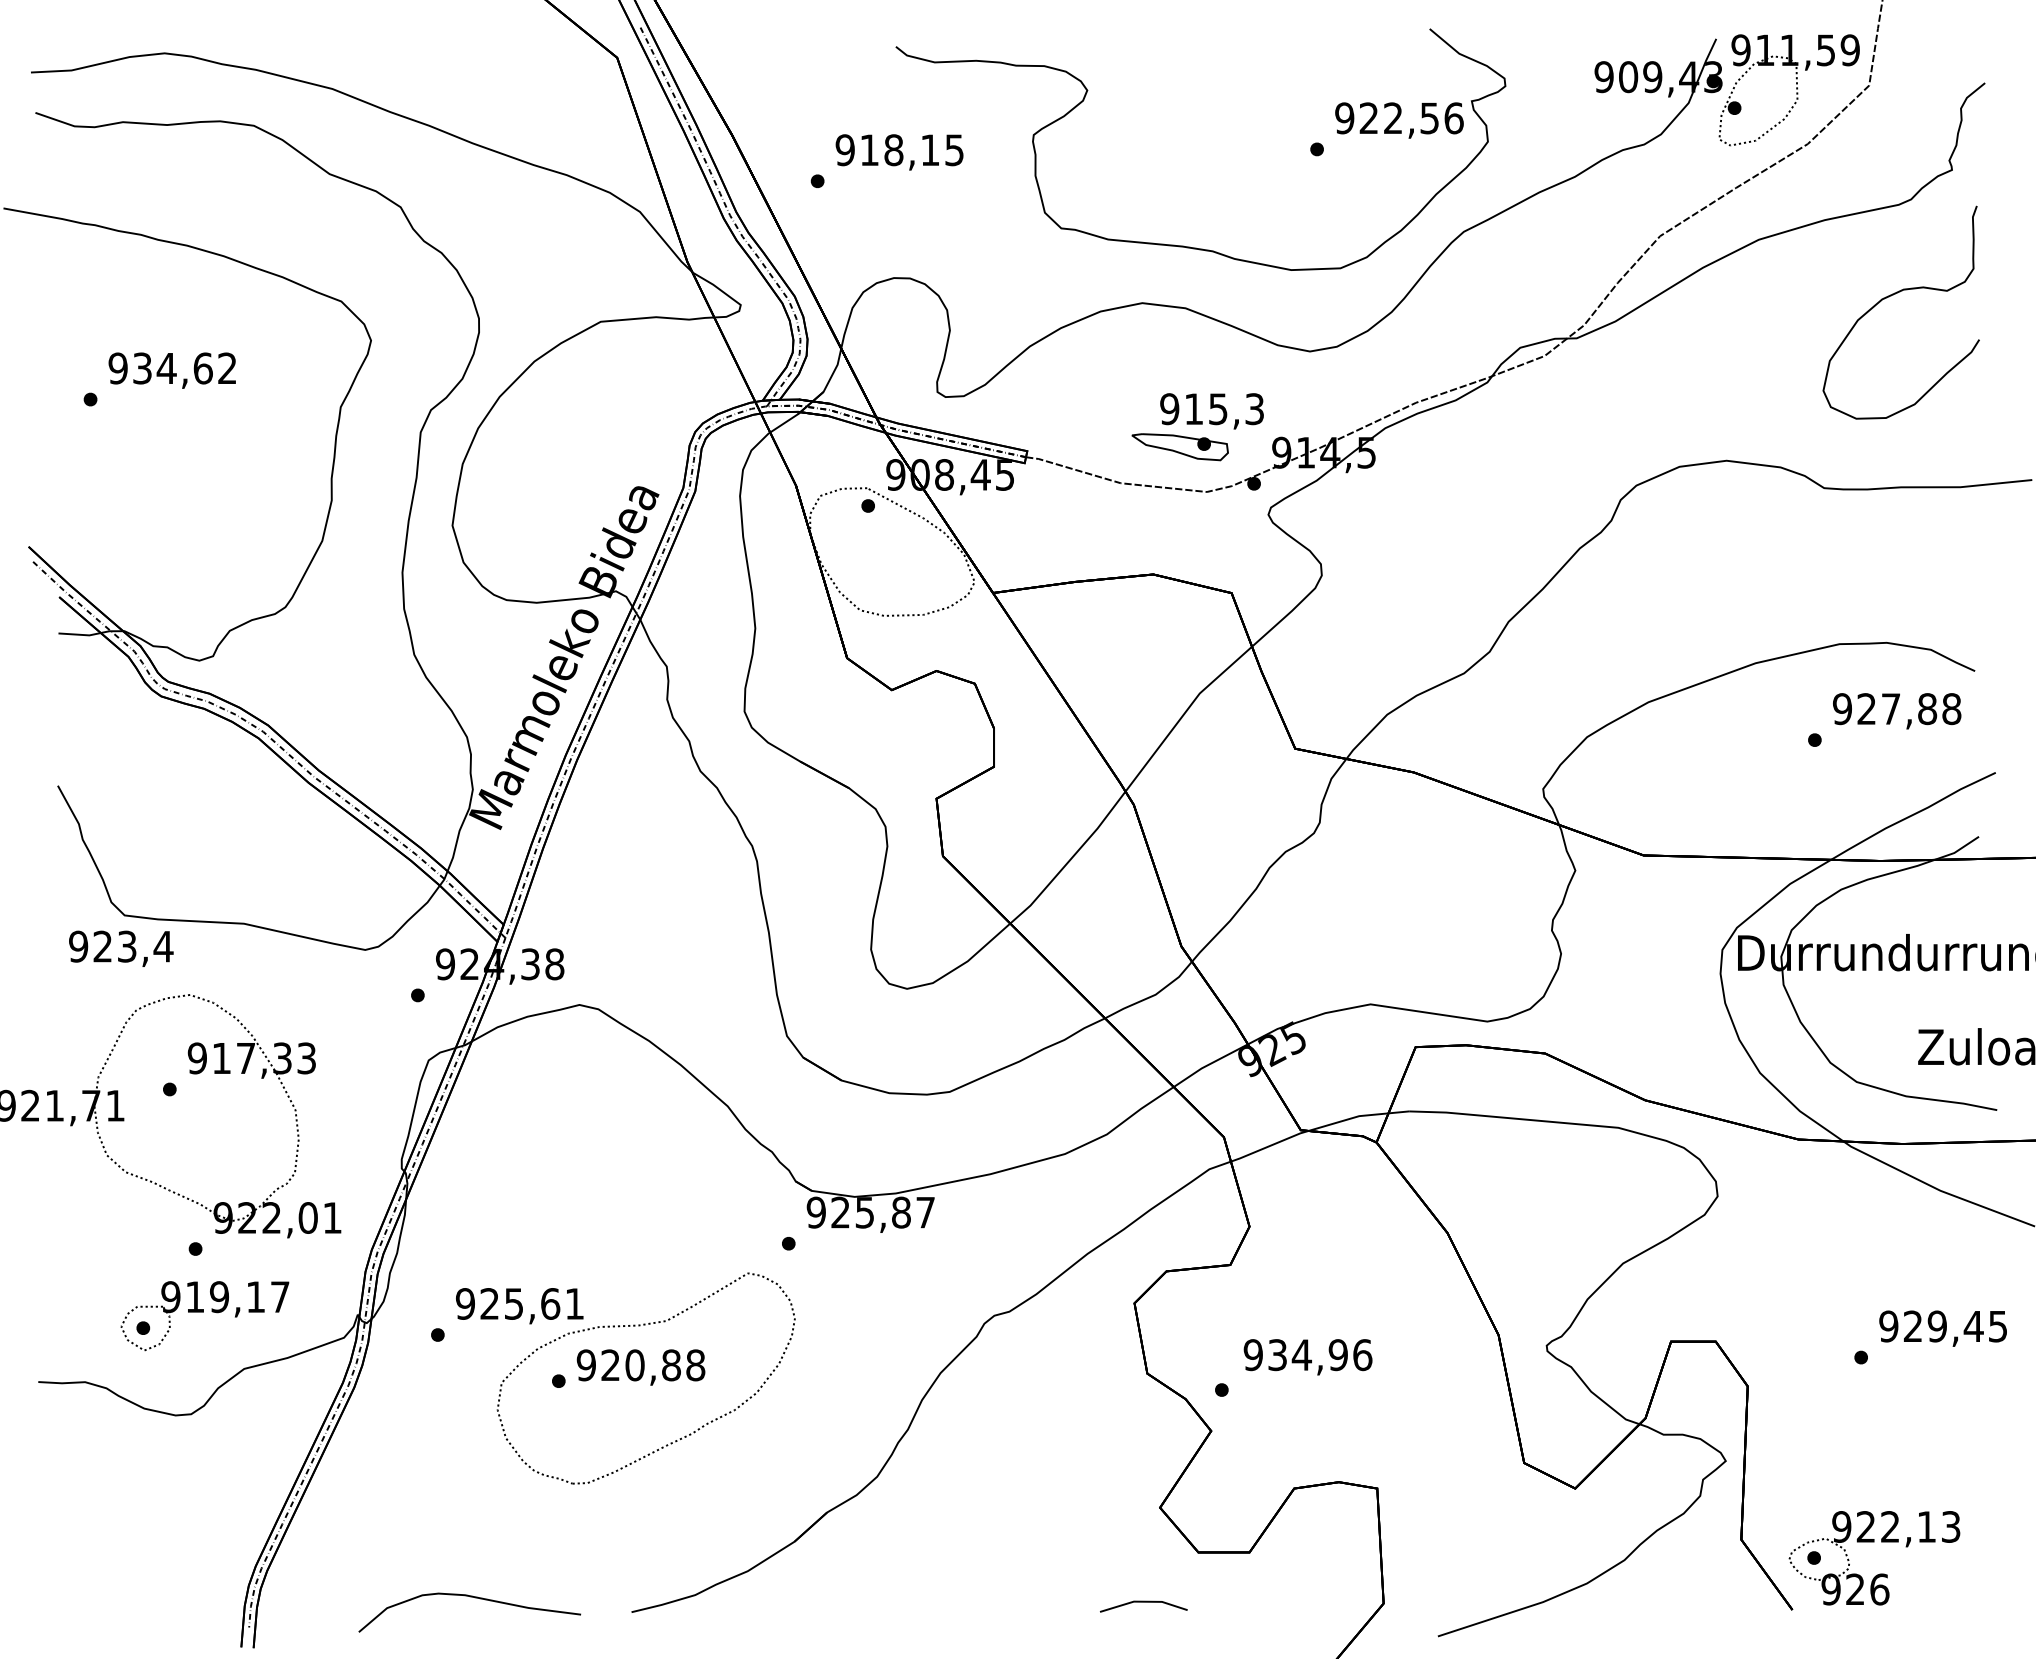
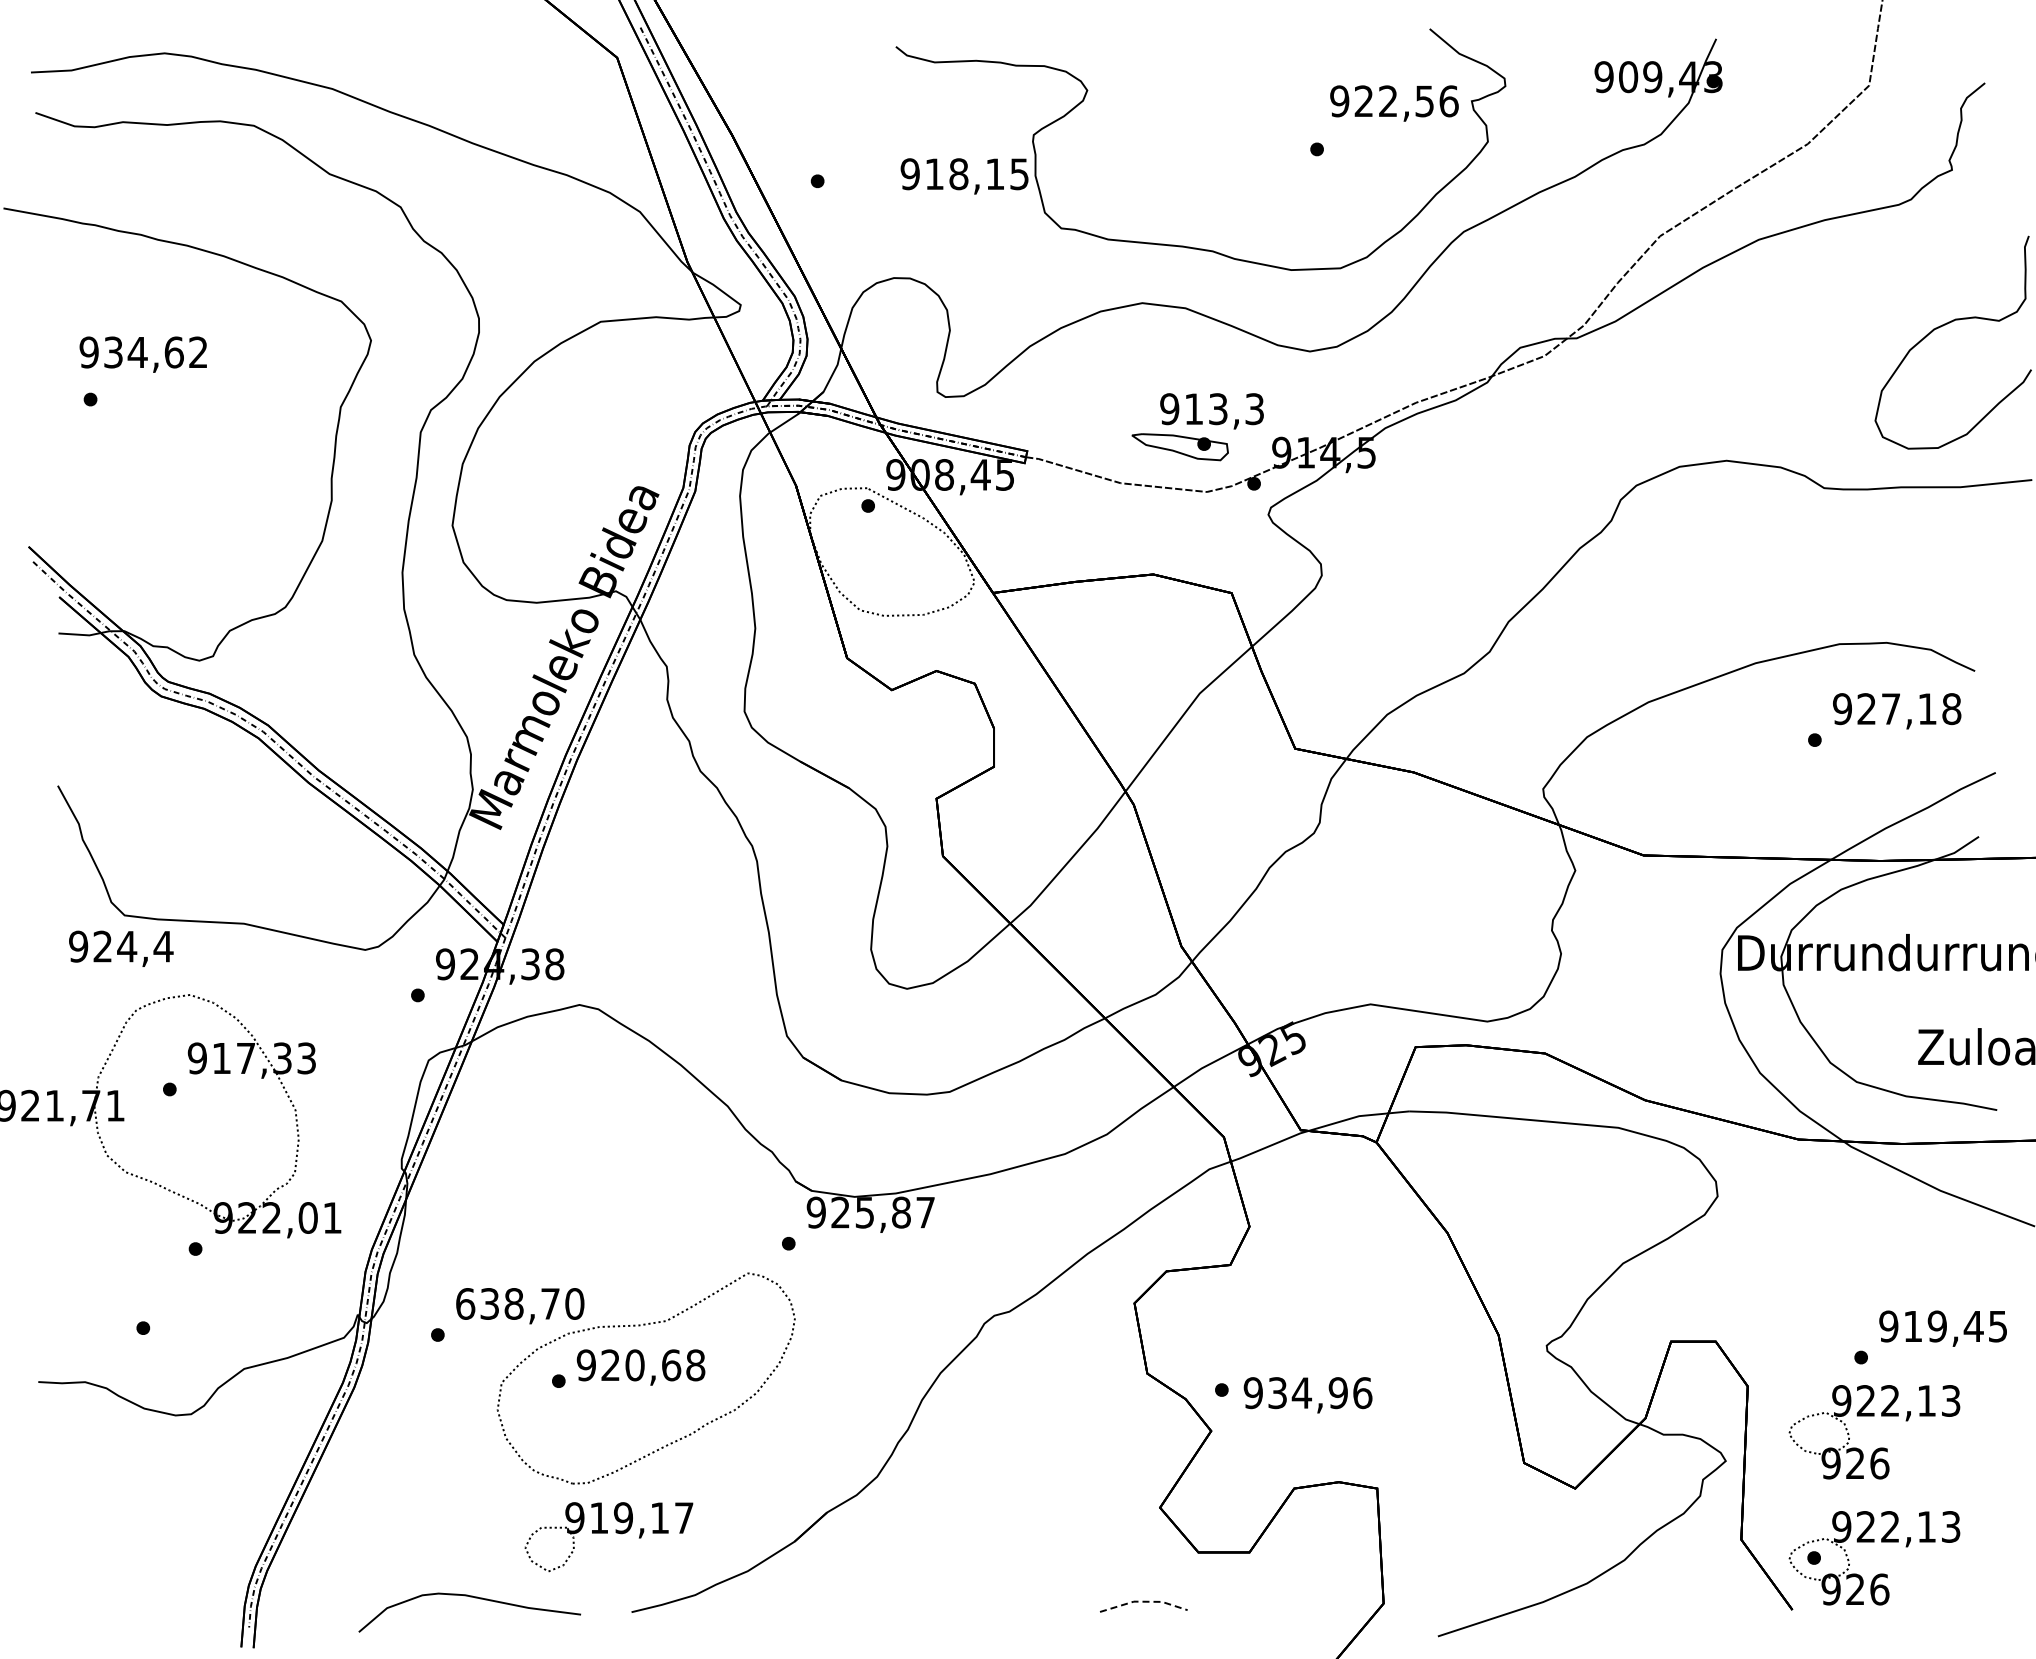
part at (1796, 89): present -> none
text at (1399, 120) position: (1399, 120) -> (1394, 103)
text at (899, 152) position: (899, 152) -> (964, 176)
curve at (1891, 296) position: (1891, 296) -> (1943, 326)
text at (171, 370) position: (171, 370) -> (142, 354)
text at (1218, 408): 915,3 -> 913,3
text at (1927, 709): 927,88 -> 927,18
text at (127, 946): 923,4 -> 924,4
text at (519, 1303): 925,61 -> 638,70
part at (204, 1316) position: (204, 1316) -> (608, 1537)
text at (1912, 1325): 929,45 -> 919,45
text at (1307, 1357) position: (1307, 1357) -> (1307, 1395)
text at (671, 1365): 920,88 -> 920,68
part at (1879, 1447): none -> present
line at (1143, 1601): solid -> dashed
